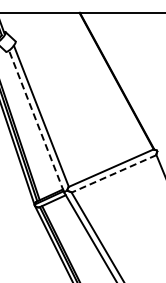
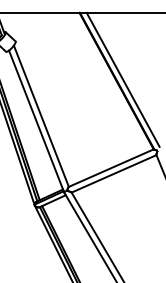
line at (122, 79): none -> present
line at (36, 121): dashed -> solid
line at (113, 174): dashed -> solid
